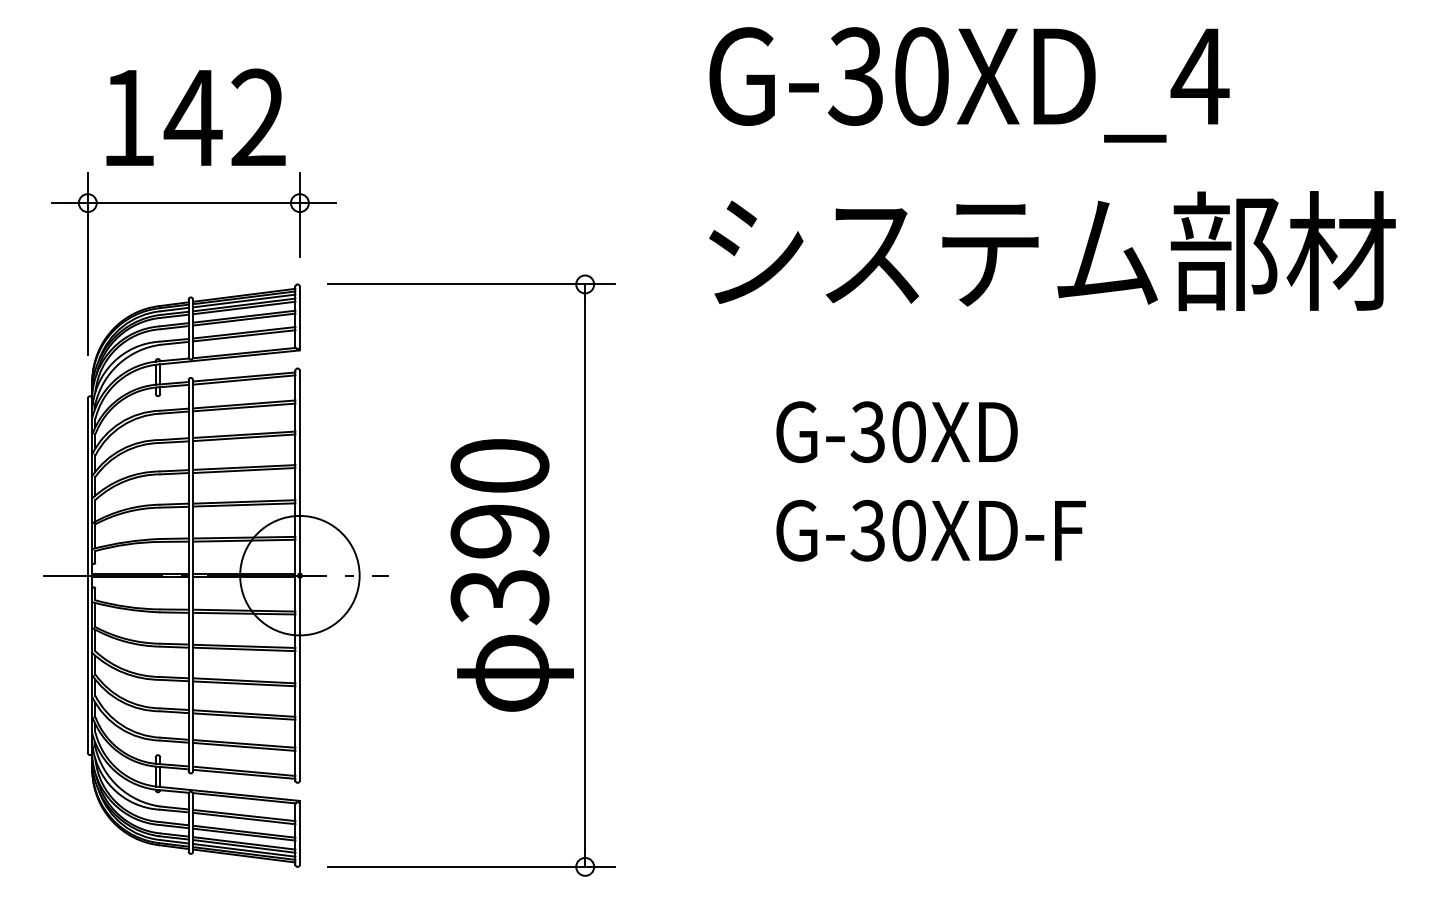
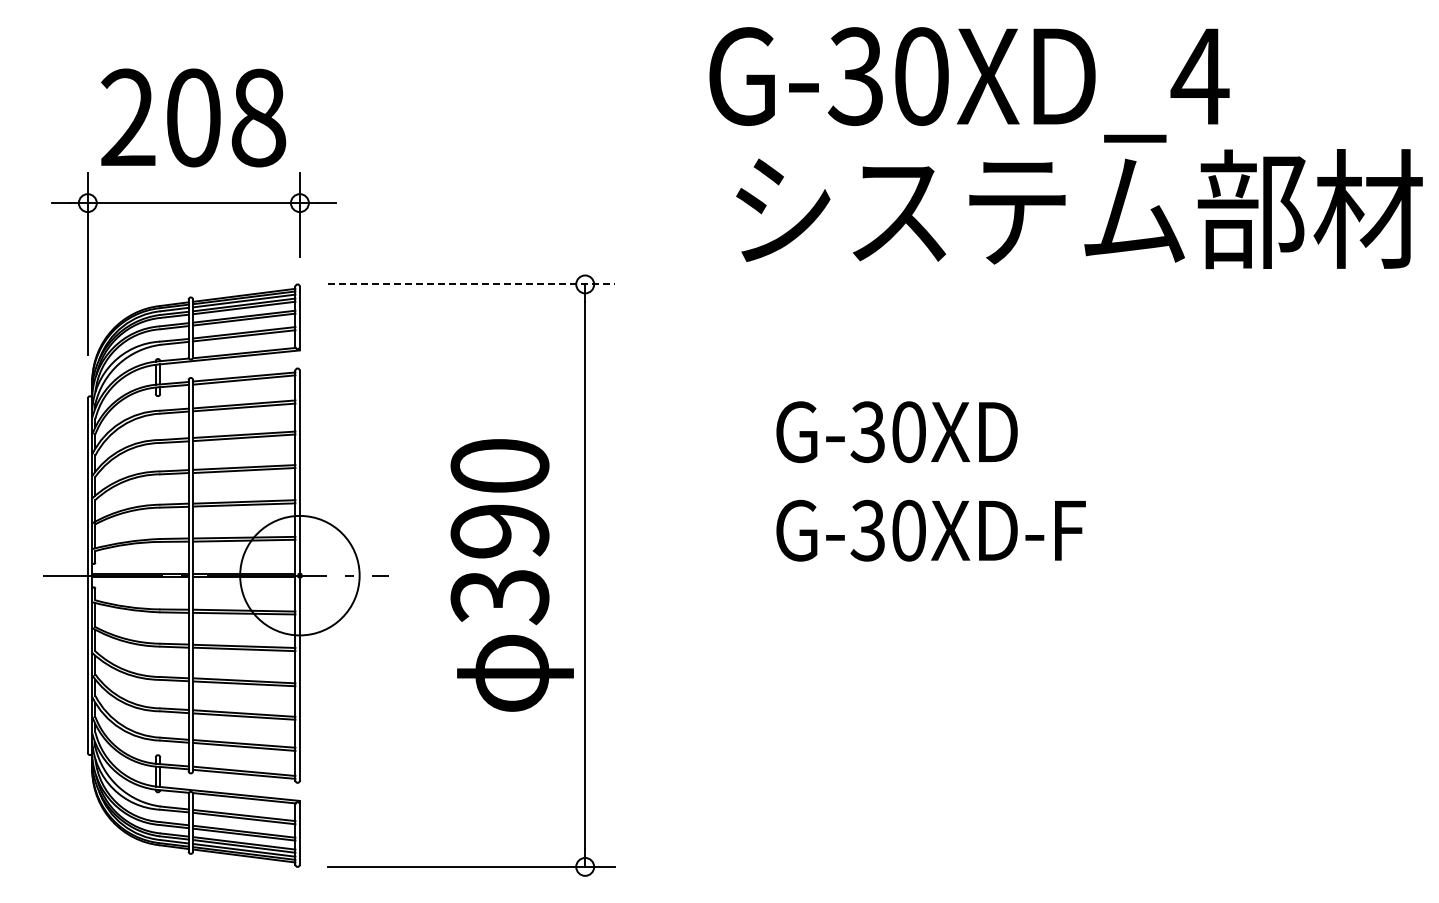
text at (193, 117): 142 -> 208
text at (1052, 250) position: (1052, 250) -> (1079, 208)
line at (471, 284): solid -> dashed
